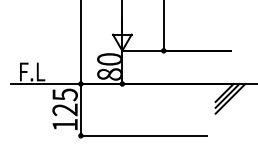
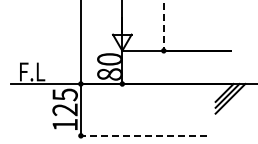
line at (163, 25): solid -> dashed
line at (143, 135): solid -> dashed
